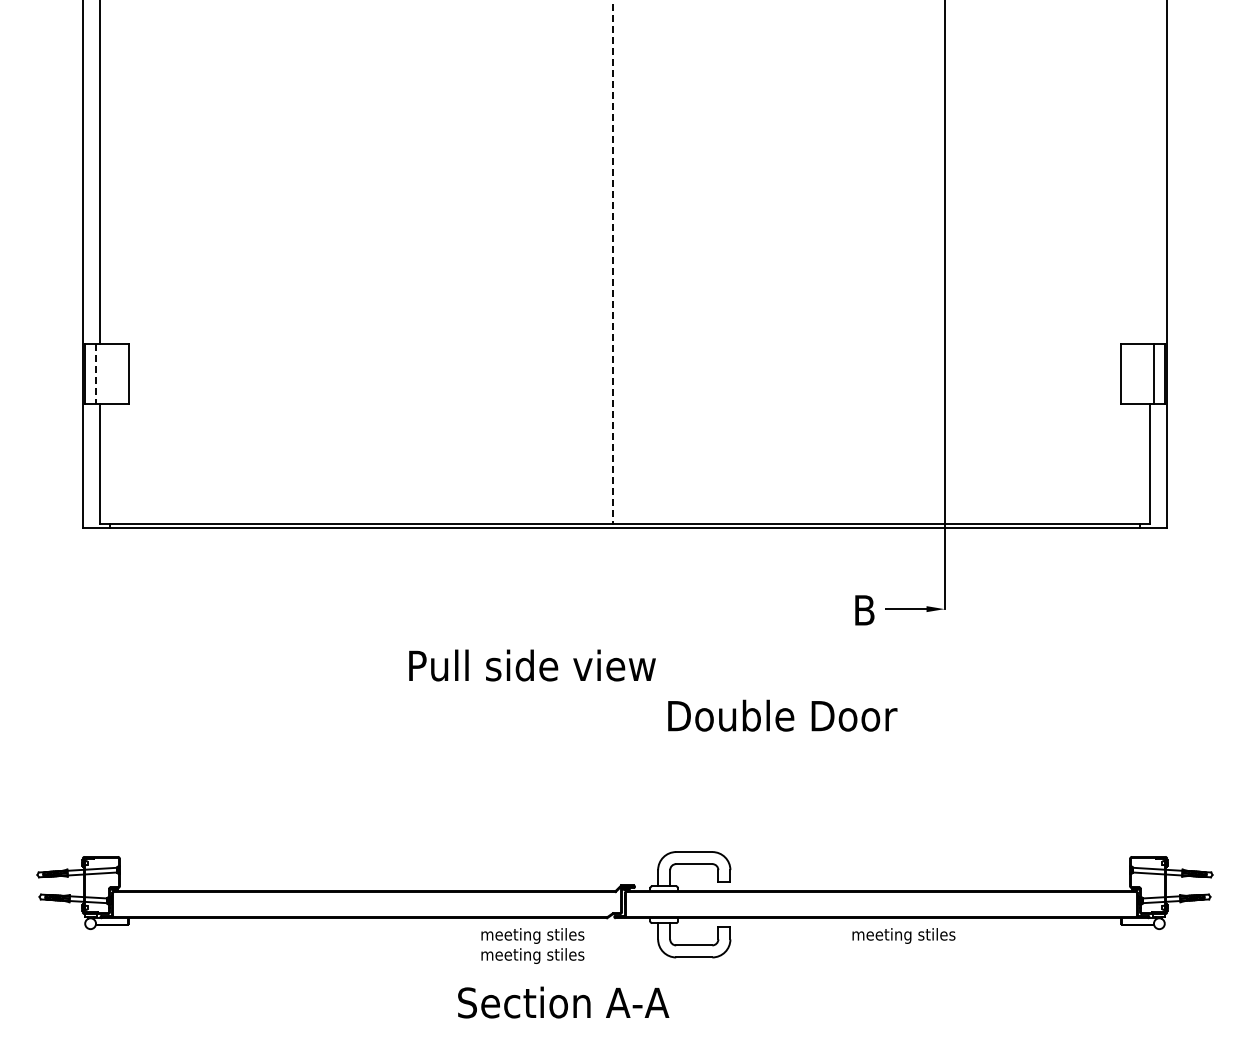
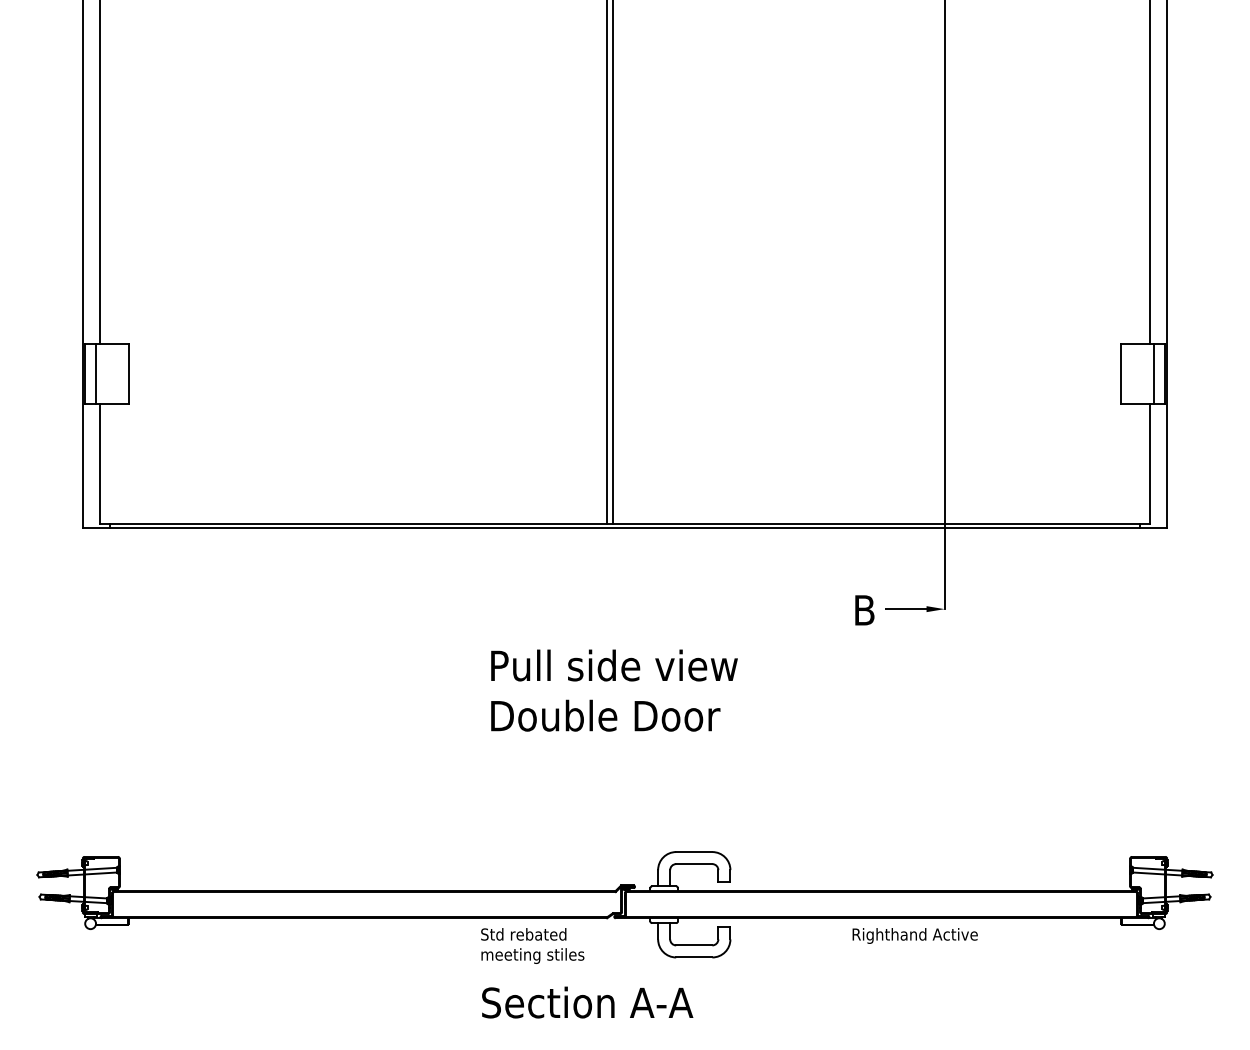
line at (1149, 173): none -> present
line at (613, 262): dashed -> solid
line at (607, 263): none -> present
line at (96, 374): dashed -> solid
text at (532, 665) position: (532, 665) -> (614, 665)
text at (782, 715) position: (782, 715) -> (605, 715)
text at (532, 935): meeting stiles -> Std rebated
text at (914, 935): meeting stiles -> Righthand Active
text at (563, 1002) position: (563, 1002) -> (587, 1002)
